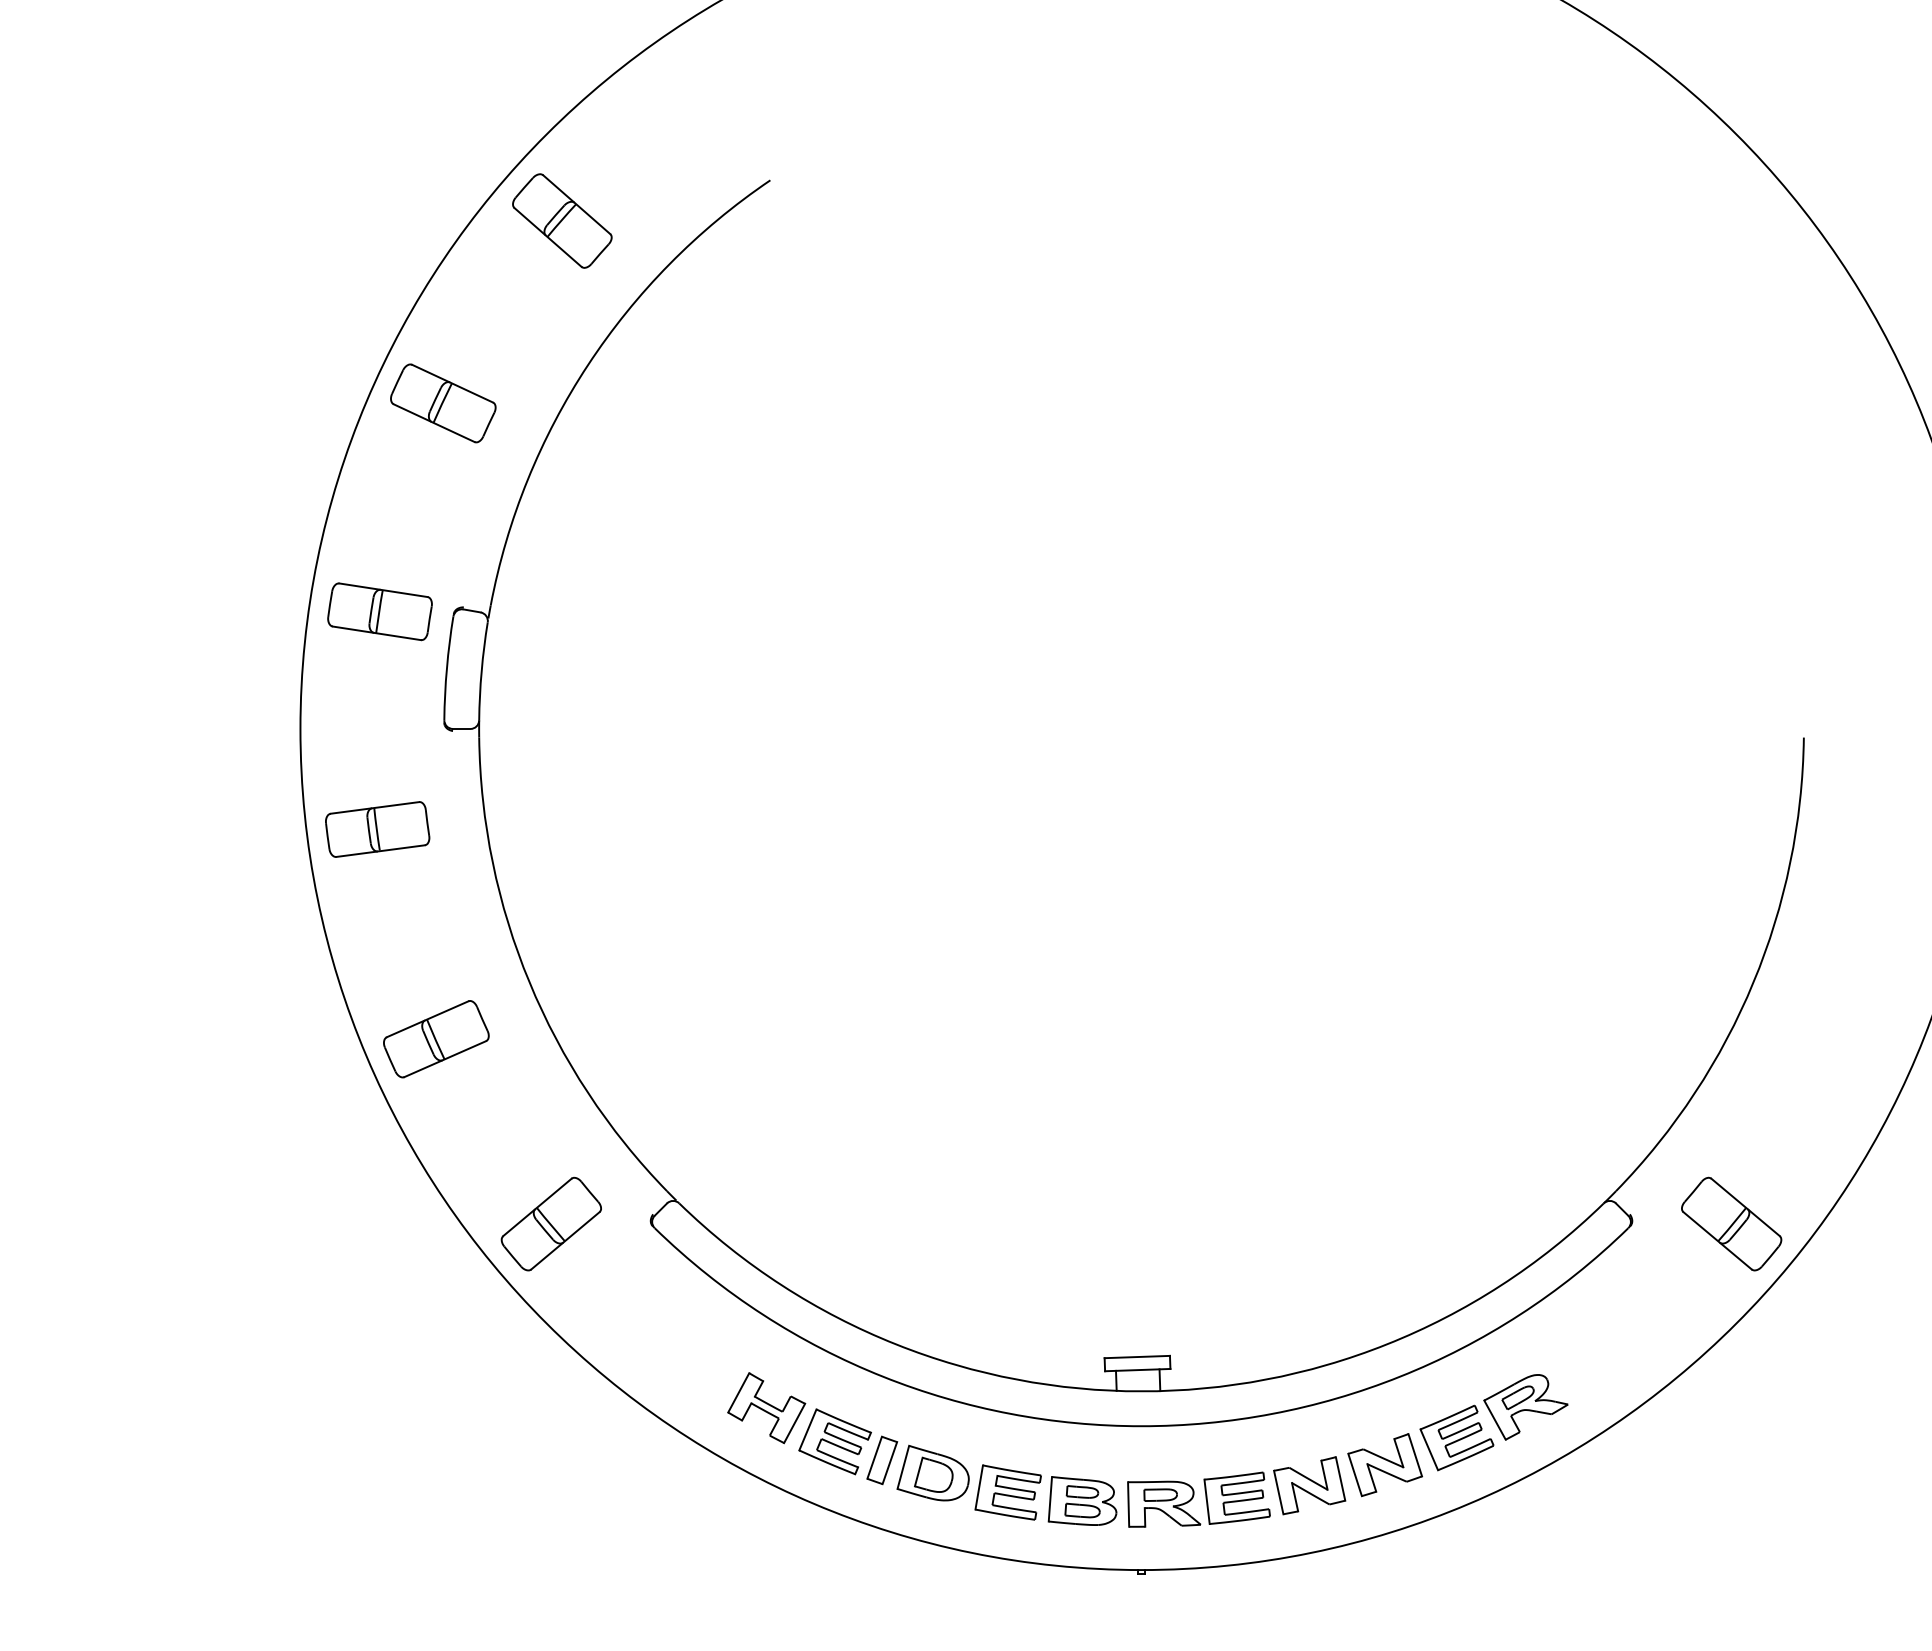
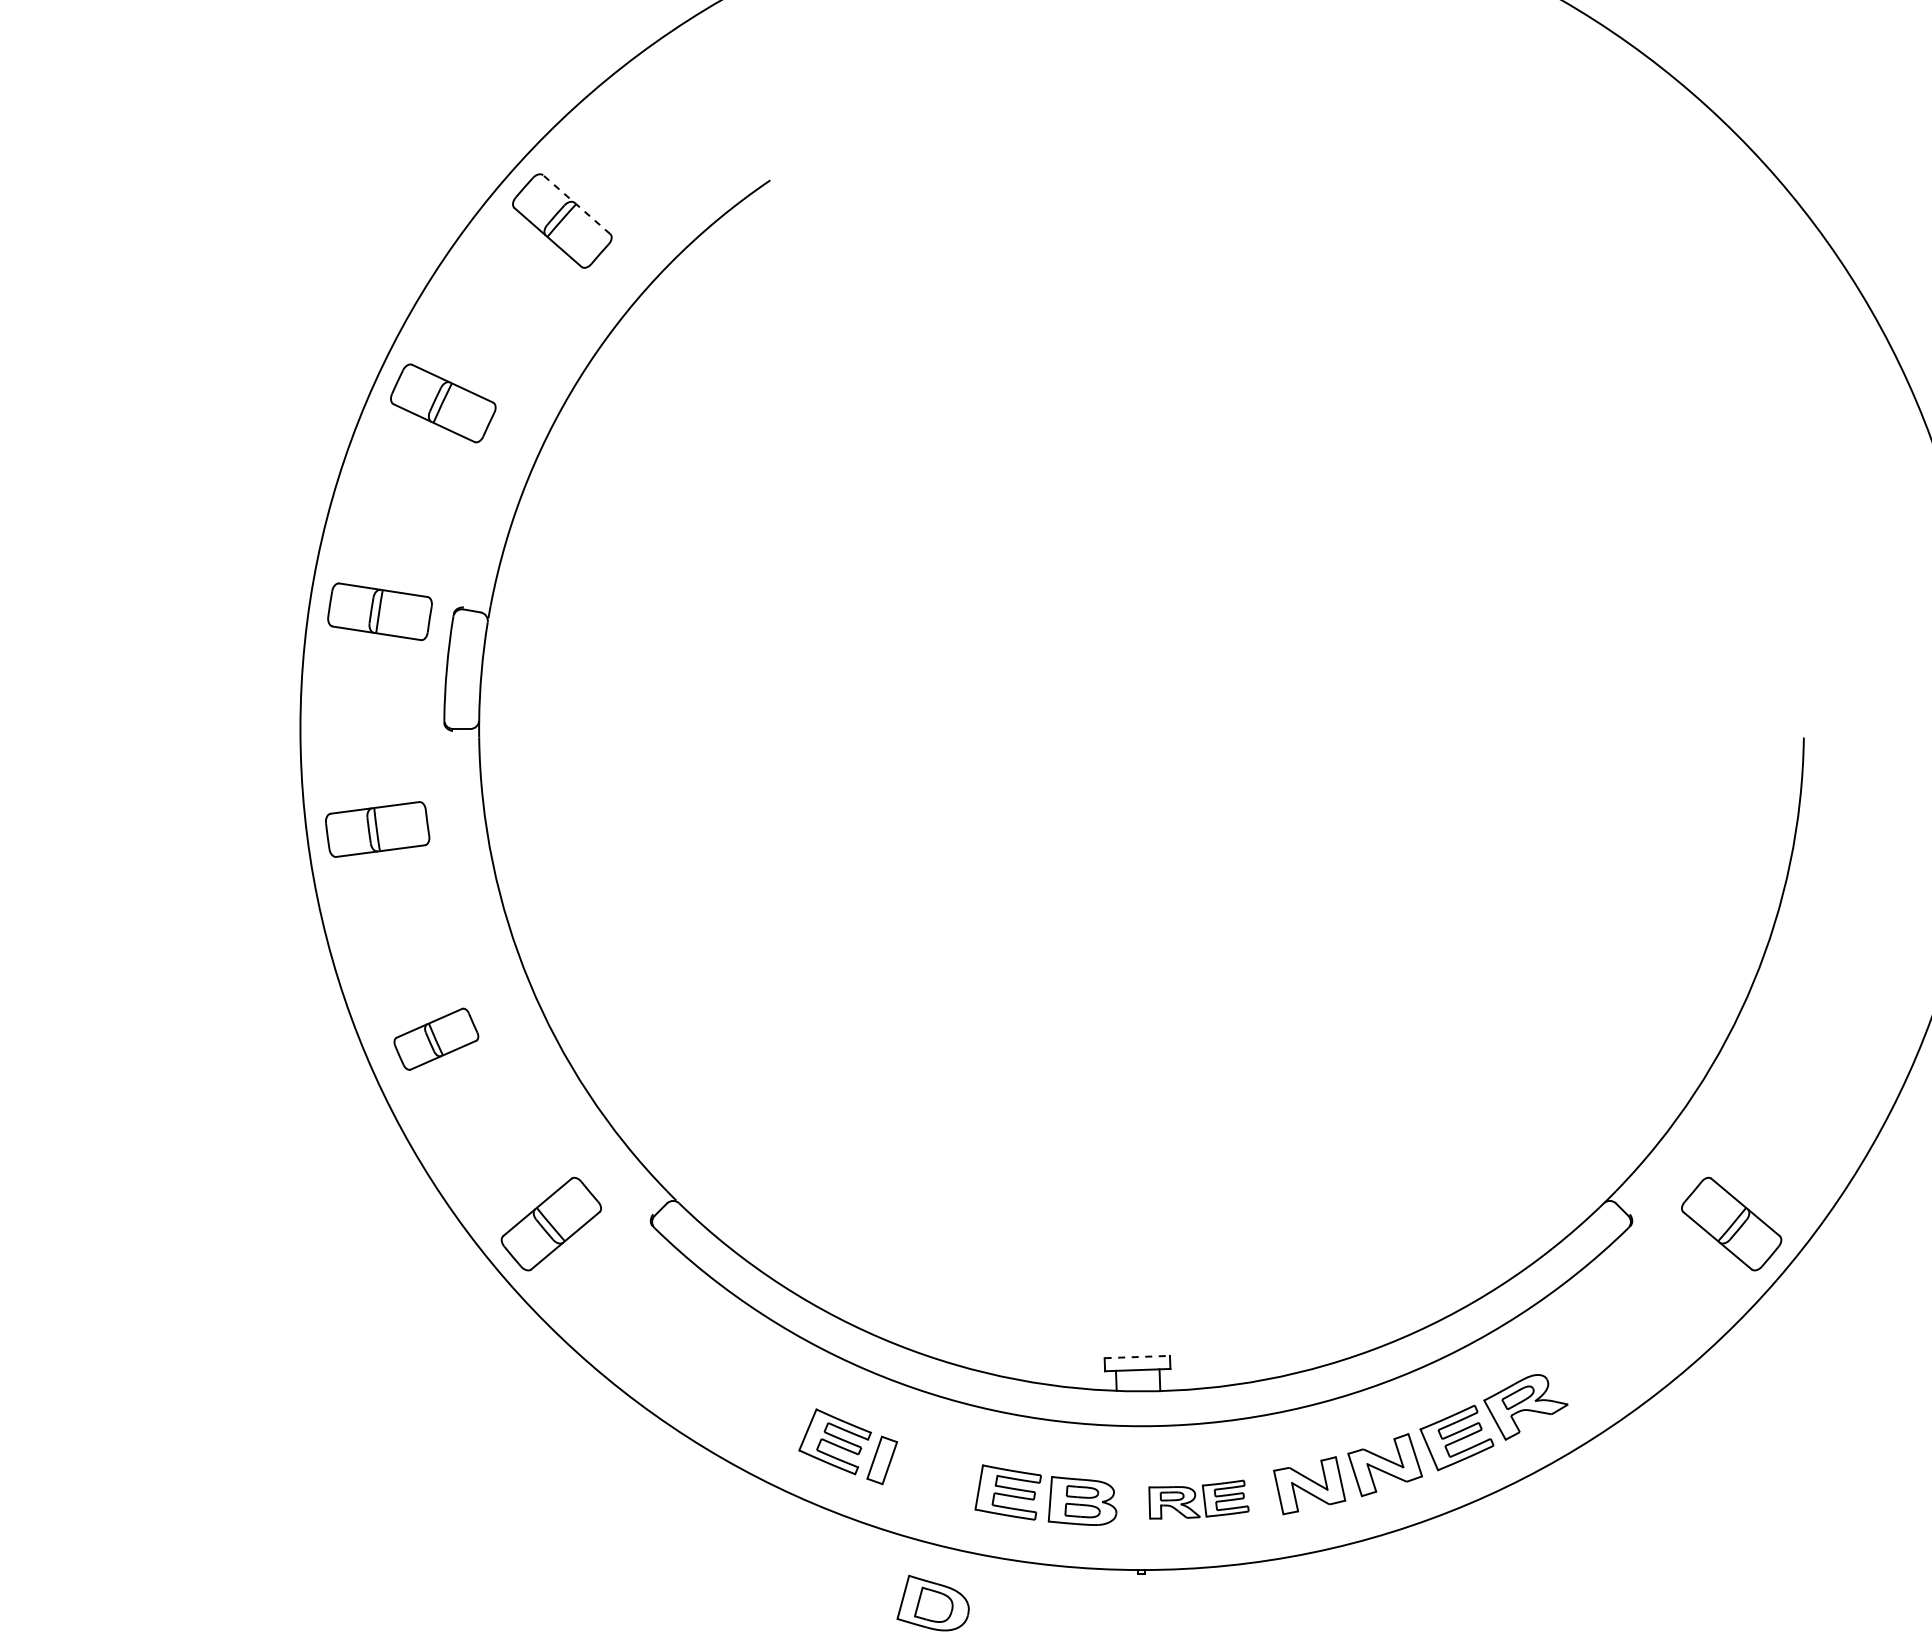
line at (576, 204): solid -> dashed
part at (436, 1039) size: 107x79 px -> 87x64 px
line at (1137, 1357): solid -> dashed
part at (766, 1408): present -> none
part at (932, 1472) position: (932, 1472) -> (932, 1602)
part at (1198, 1499) size: 144x57 px -> 102x41 px
